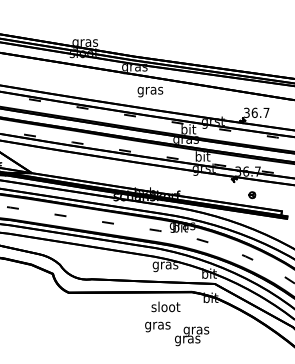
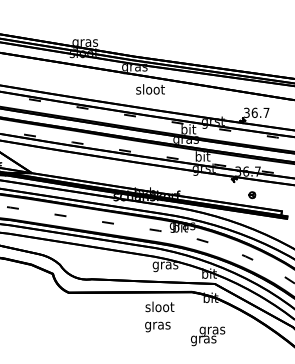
text at (150, 90): gras -> sloot
text at (165, 306) position: (165, 306) -> (159, 306)
text at (192, 336) position: (192, 336) -> (208, 336)
